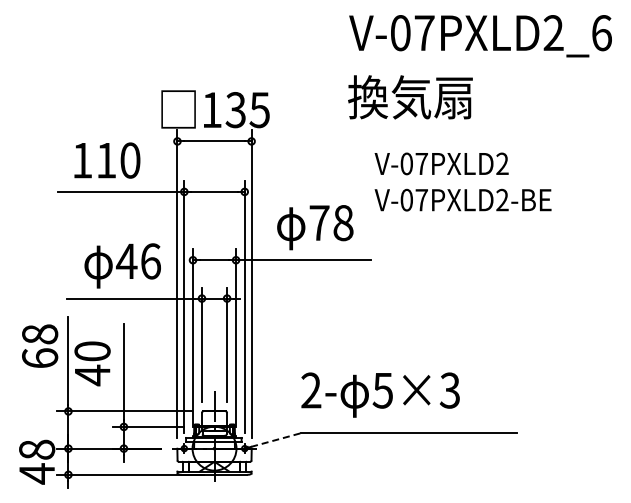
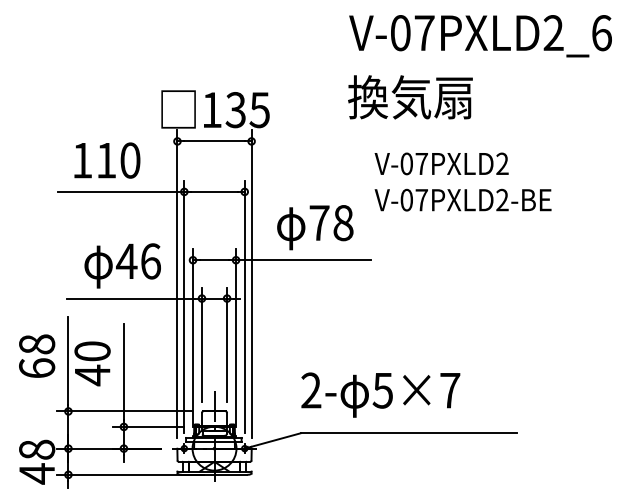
text at (40, 345) position: (40, 345) -> (37, 355)
text at (449, 390): 5×3 -> 5×7
line at (275, 440): dashed -> solid
